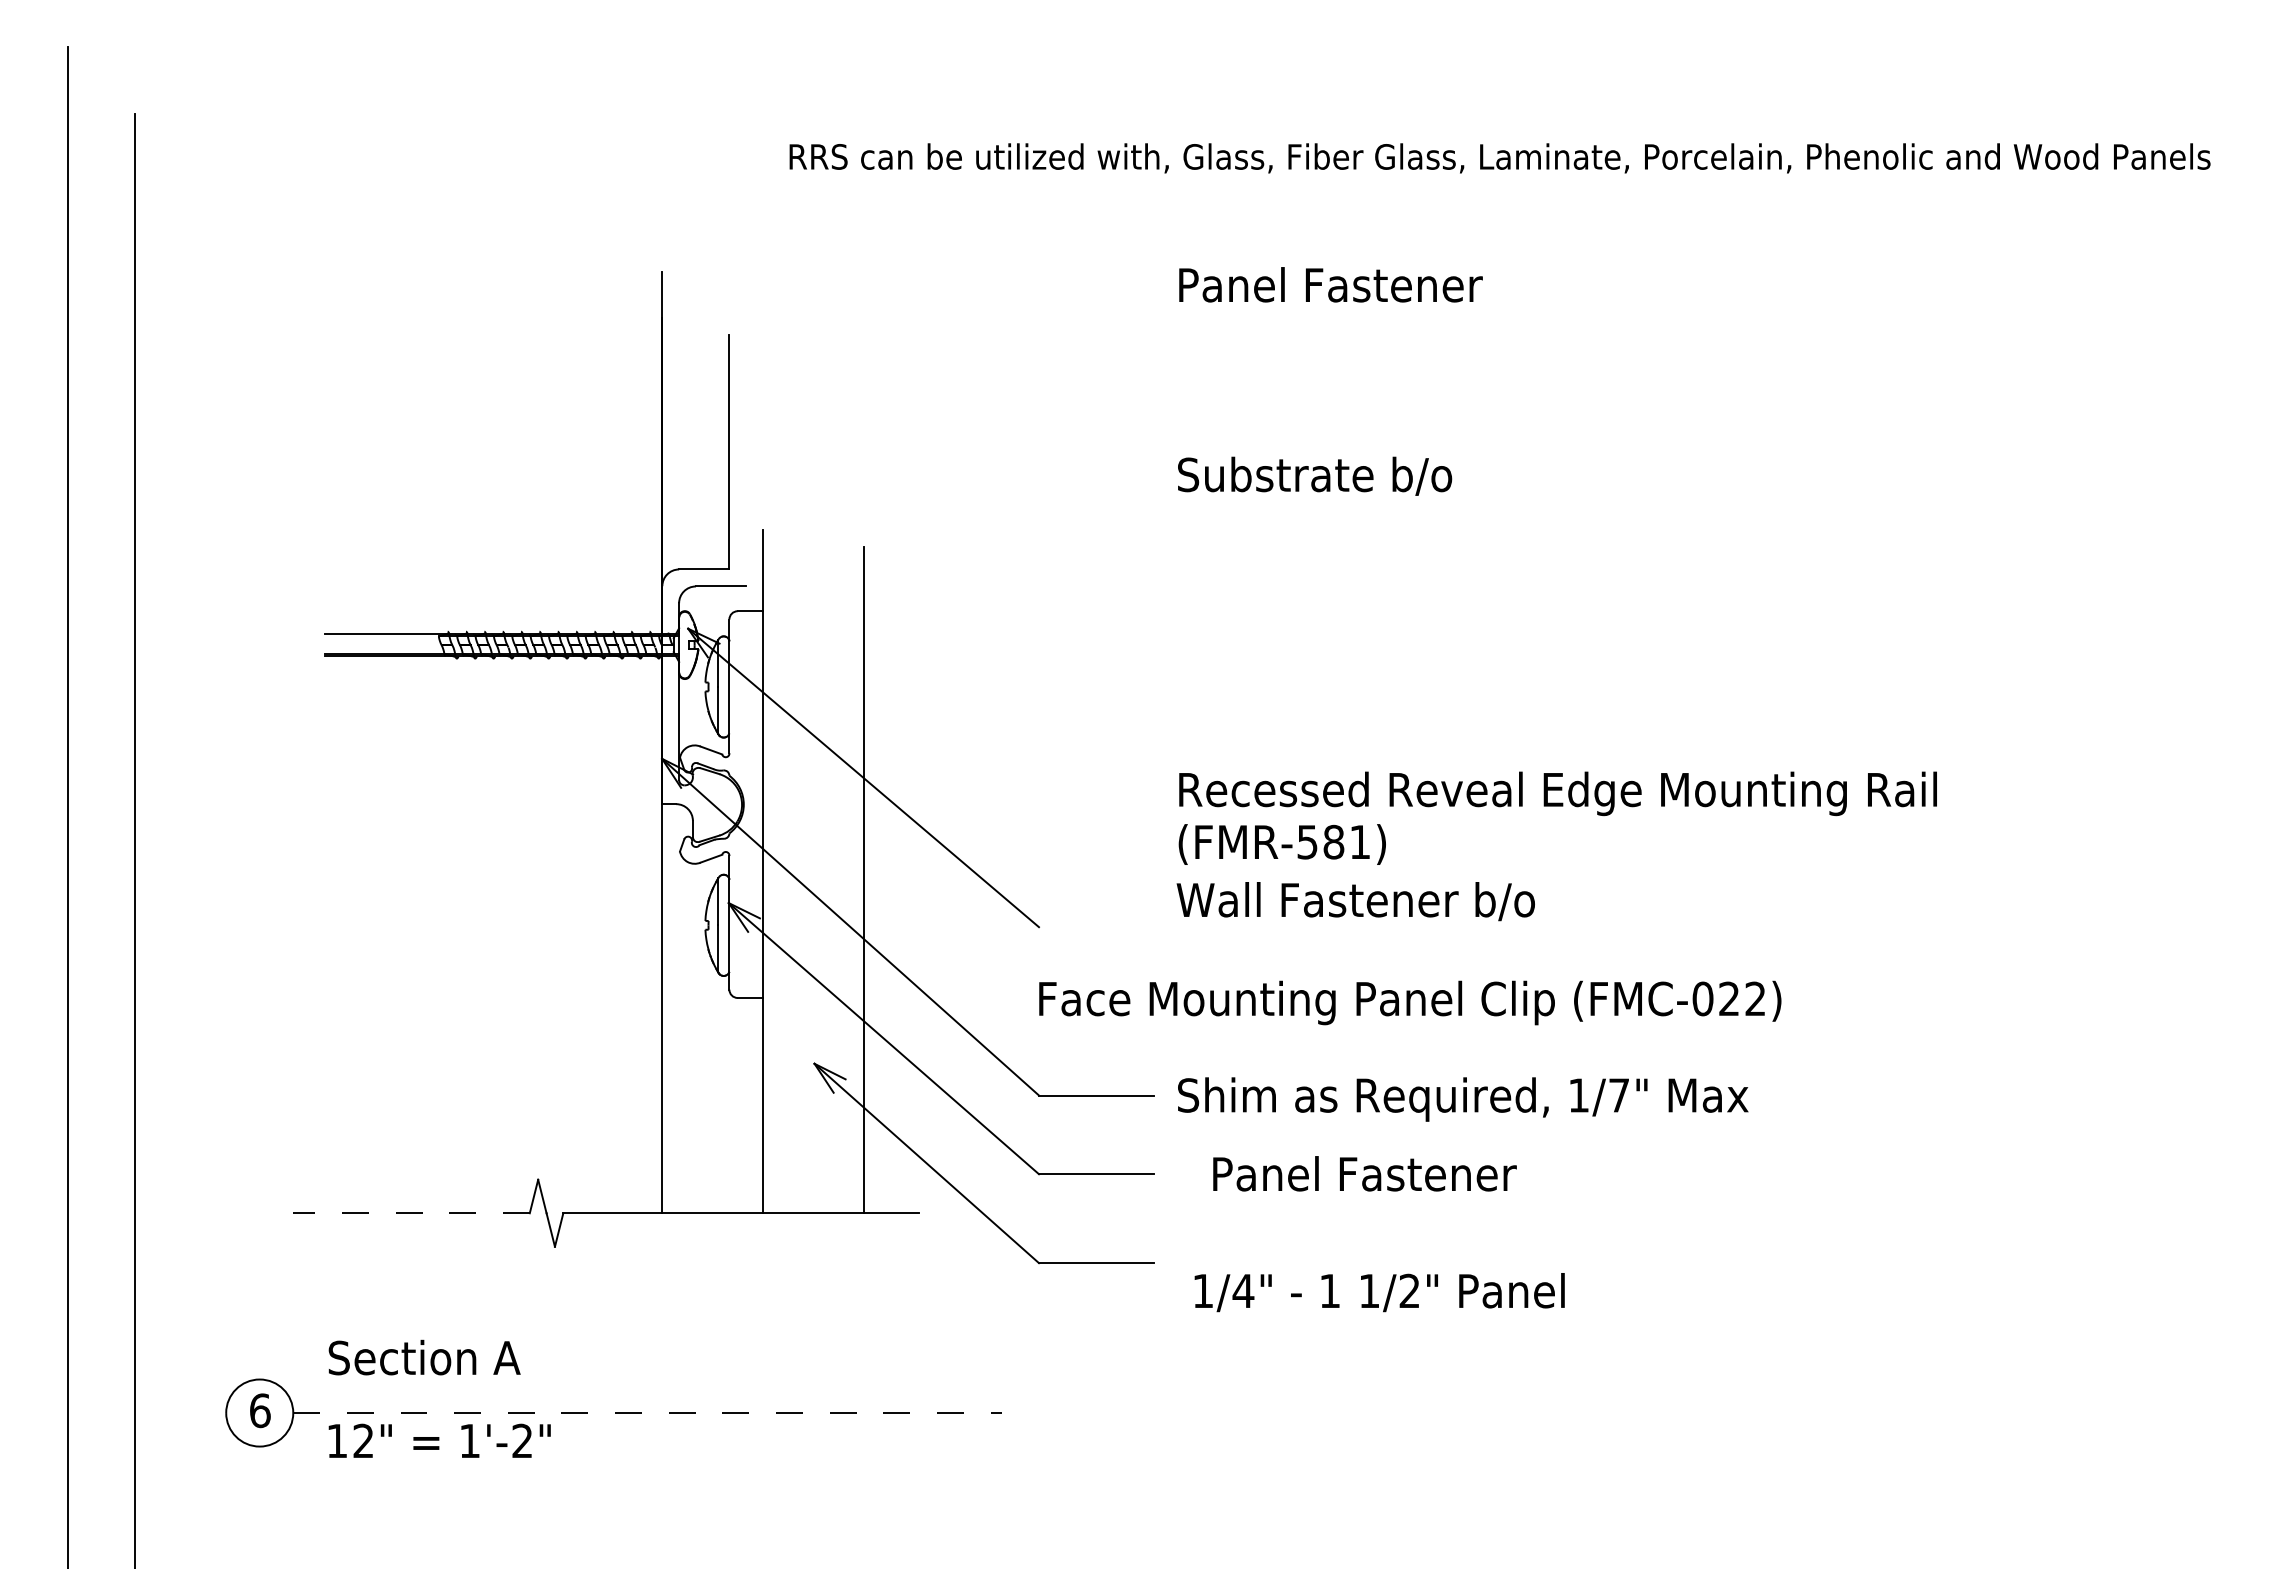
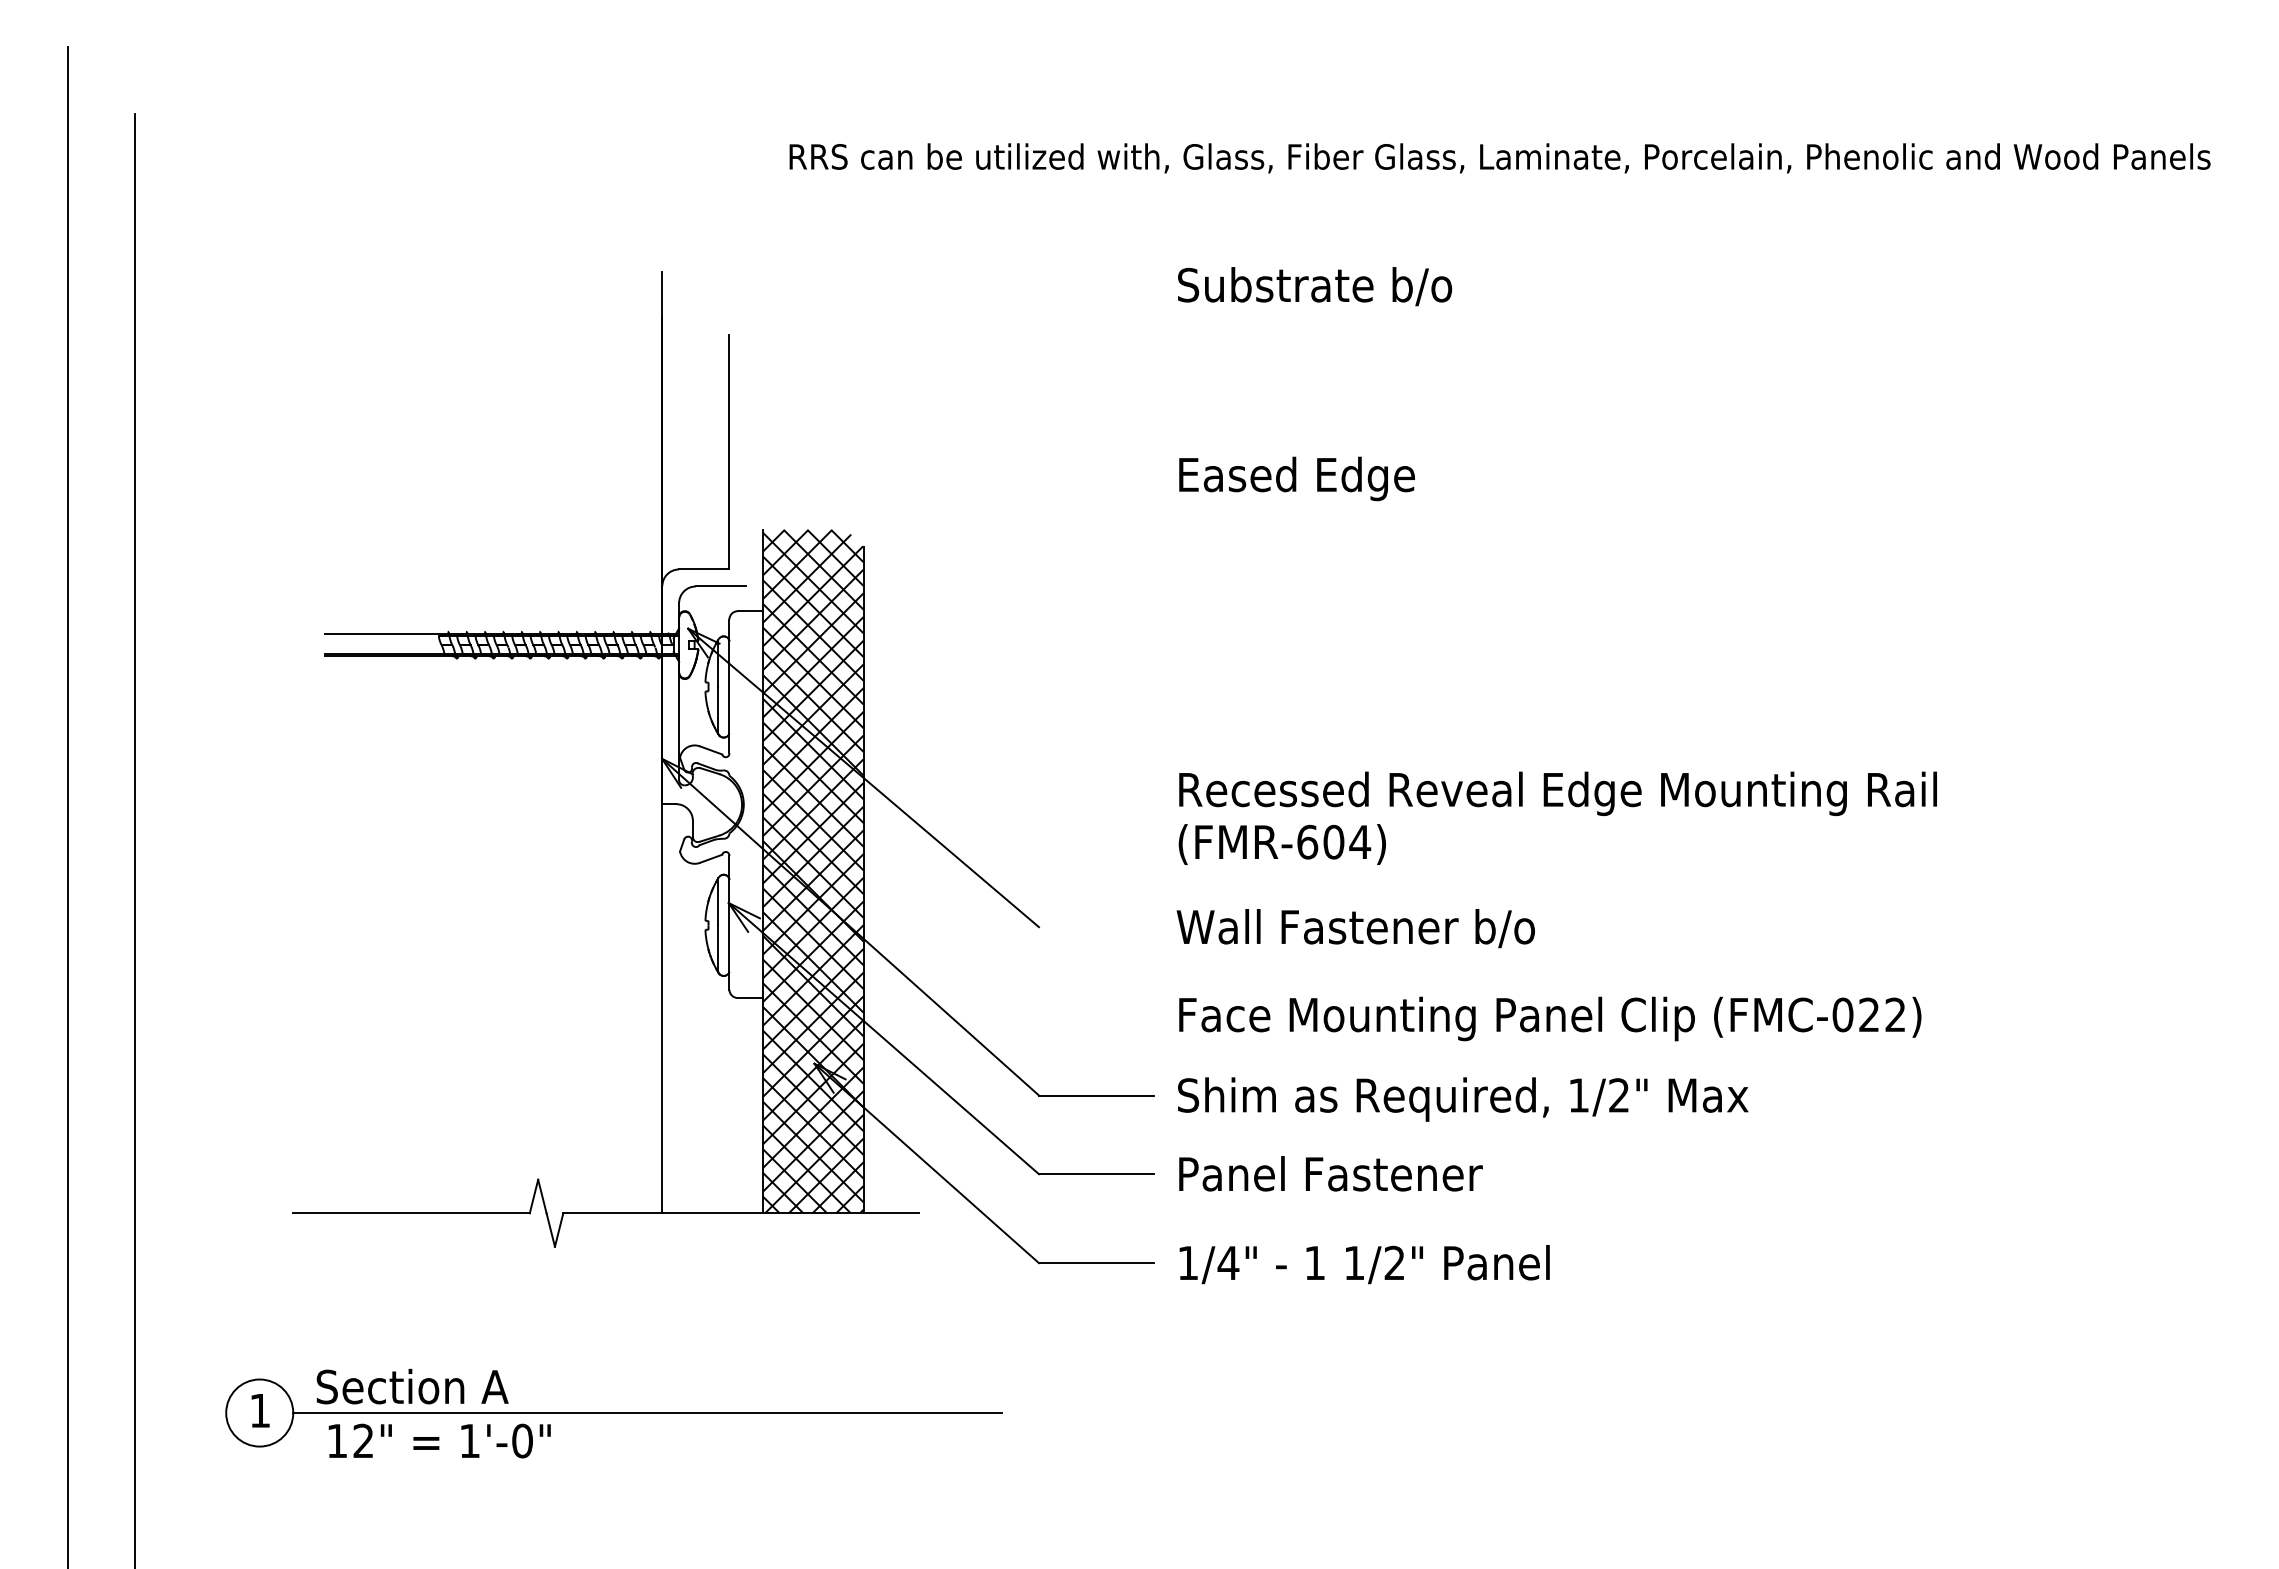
text at (1330, 286): Panel Fastener -> Substrate b/o
text at (1315, 478): Substrate b/o -> Eased Edge
text at (1334, 841): (FMR-581) -> (FMR-604)
hatch at (812, 871): none -> present
text at (1355, 901) position: (1355, 901) -> (1355, 928)
text at (1410, 1002) position: (1410, 1002) -> (1550, 1018)
text at (1618, 1095): 1/7" -> 1/2"
text at (1364, 1173) position: (1364, 1173) -> (1330, 1173)
line at (410, 1213): dashed -> solid
text at (1379, 1292) position: (1379, 1292) -> (1364, 1264)
text at (424, 1357) position: (424, 1357) -> (412, 1386)
text at (260, 1410): 6 -> 1
line at (648, 1413): dashed -> solid
text at (522, 1440): 1'-2" -> 1'-0"
